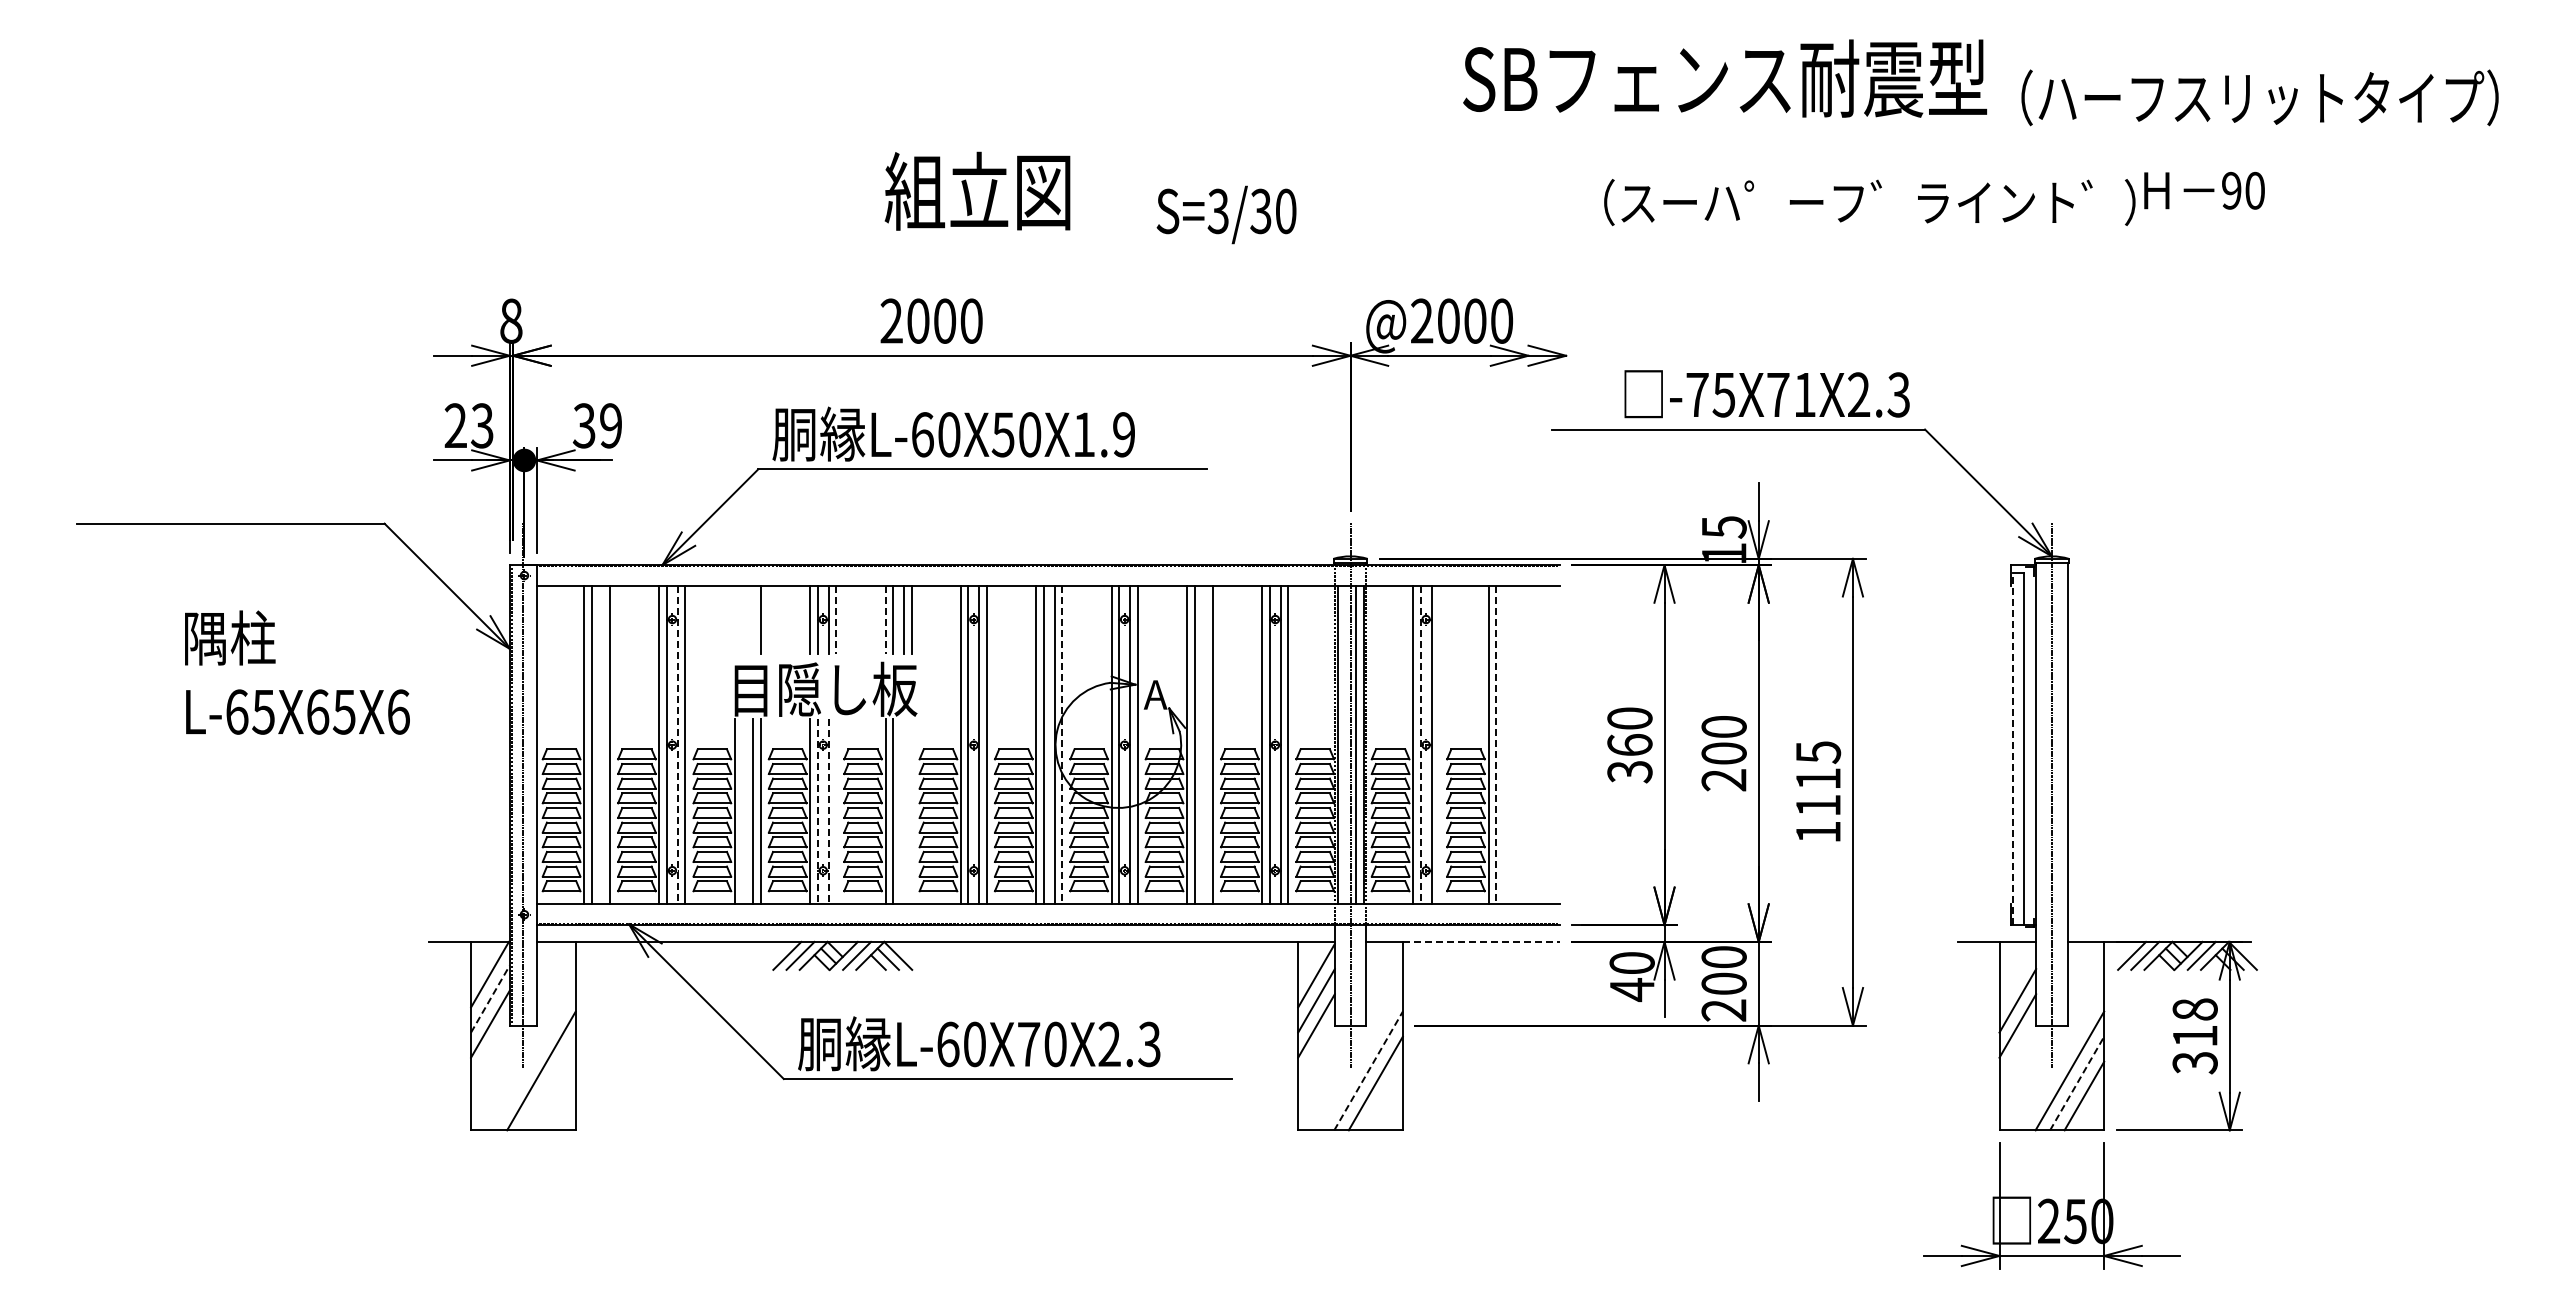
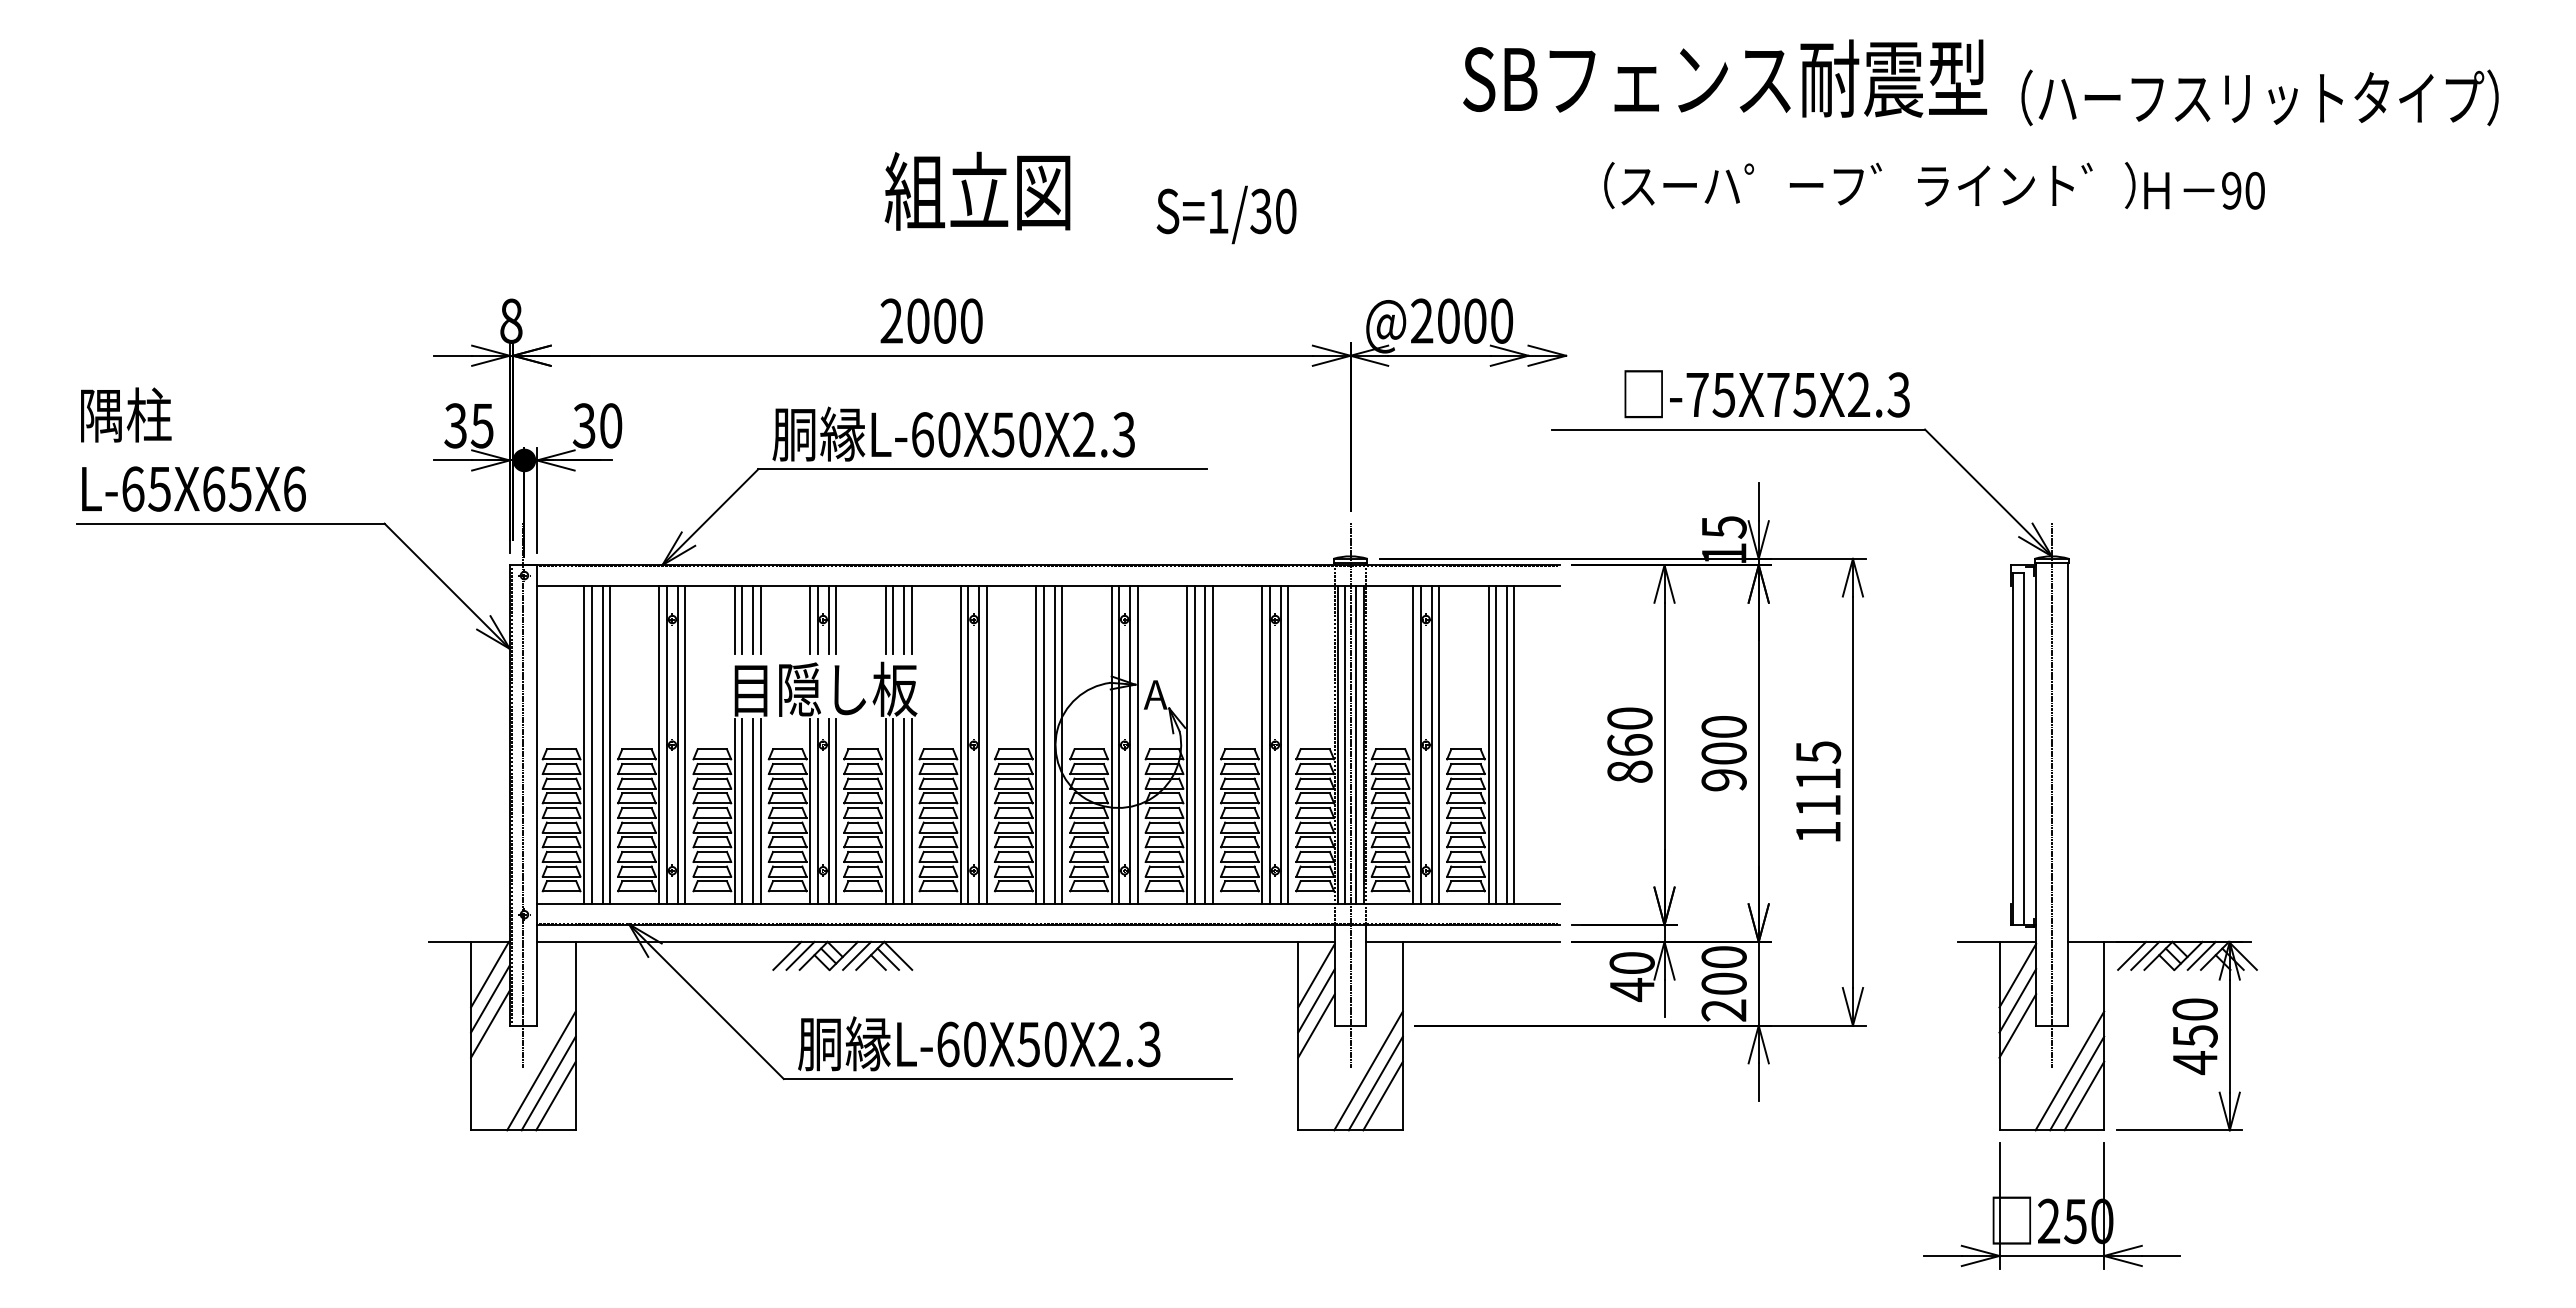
text at (1869, 202) position: (1869, 202) -> (1869, 185)
text at (1217, 211): S=3/30 -> S=1/30
text at (1804, 395): -75X71X2.3 -> -75X75X2.3
text at (468, 425): 23 -> 35
text at (611, 425): 39 -> 30
text at (1103, 434): L-60X50X1.9 -> L-60X50X2.3
line at (734, 619): none -> present
line at (742, 619): none -> present
line at (753, 619): none -> present
line at (836, 619): dashed -> solid
line at (885, 619): dashed -> solid
text at (297, 672) position: (297, 672) -> (193, 449)
line at (602, 745): none -> present
line at (677, 745): dashed -> solid
line at (1062, 745): dashed -> solid
line at (1205, 745): none -> present
line at (1345, 745): none -> present
line at (1420, 745): dashed -> solid
line at (1439, 745): none -> present
line at (1496, 745): dashed -> solid
line at (1506, 745): none -> present
line at (1514, 745): none -> present
line at (2013, 749): dashed -> solid
text at (1629, 771): 360 -> 860
text at (1724, 780): 200 -> 900
line at (742, 811): none -> present
line at (817, 811): dashed -> solid
line at (828, 811): dashed -> solid
line at (836, 811): none -> present
line at (904, 811): none -> present
line at (911, 811): none -> present
line at (1481, 941): dashed -> solid
line at (2017, 975): none -> present
line at (490, 999): dashed -> solid
text at (2194, 1036): 318 -> 450
text at (1028, 1044): L-60X70X2.3 -> L-60X50X2.3
line at (1368, 1070): dashed -> solid
line at (548, 1083): none -> present
line at (2077, 1083): dashed -> solid
line at (555, 1095): none -> present
line at (1382, 1095): none -> present
